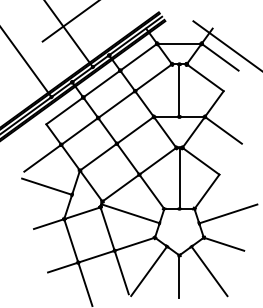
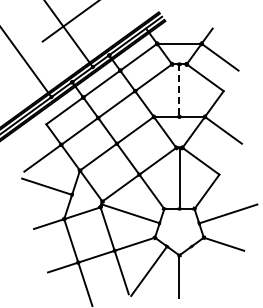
line at (226, 45): present -> none
line at (179, 91): solid -> dashed
line at (209, 271): present -> none
